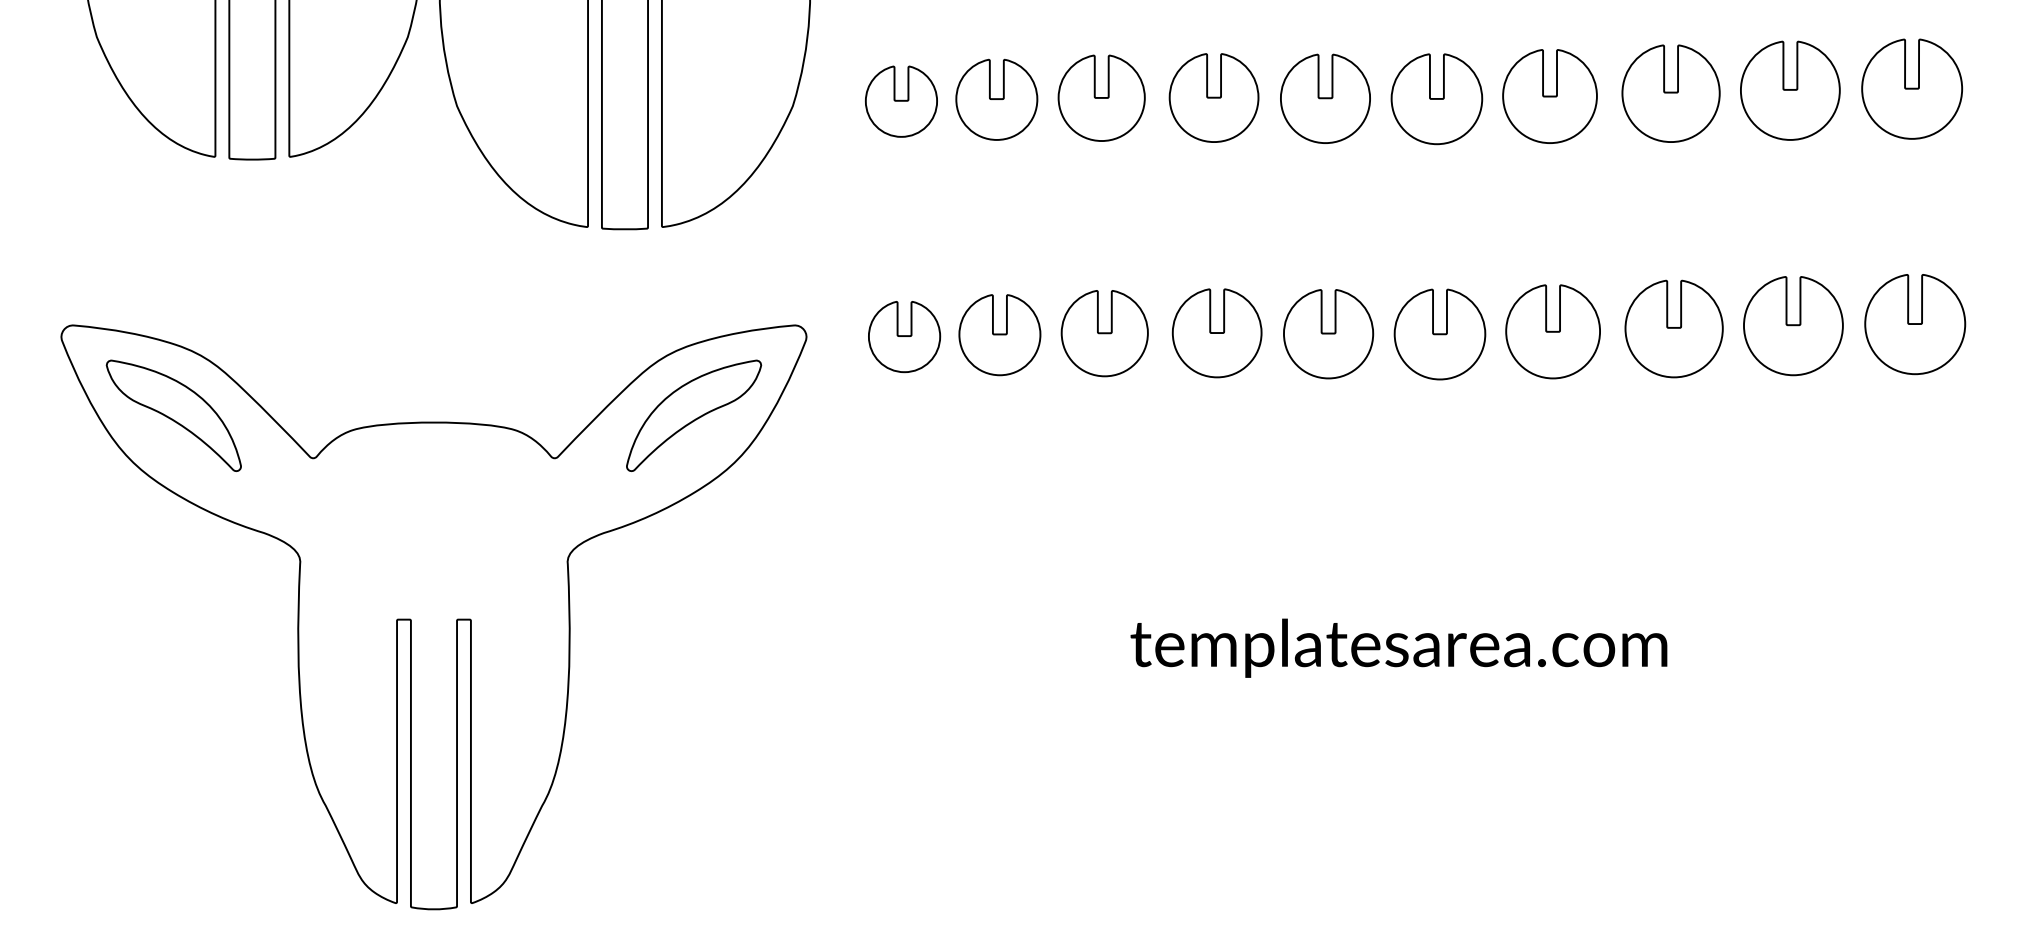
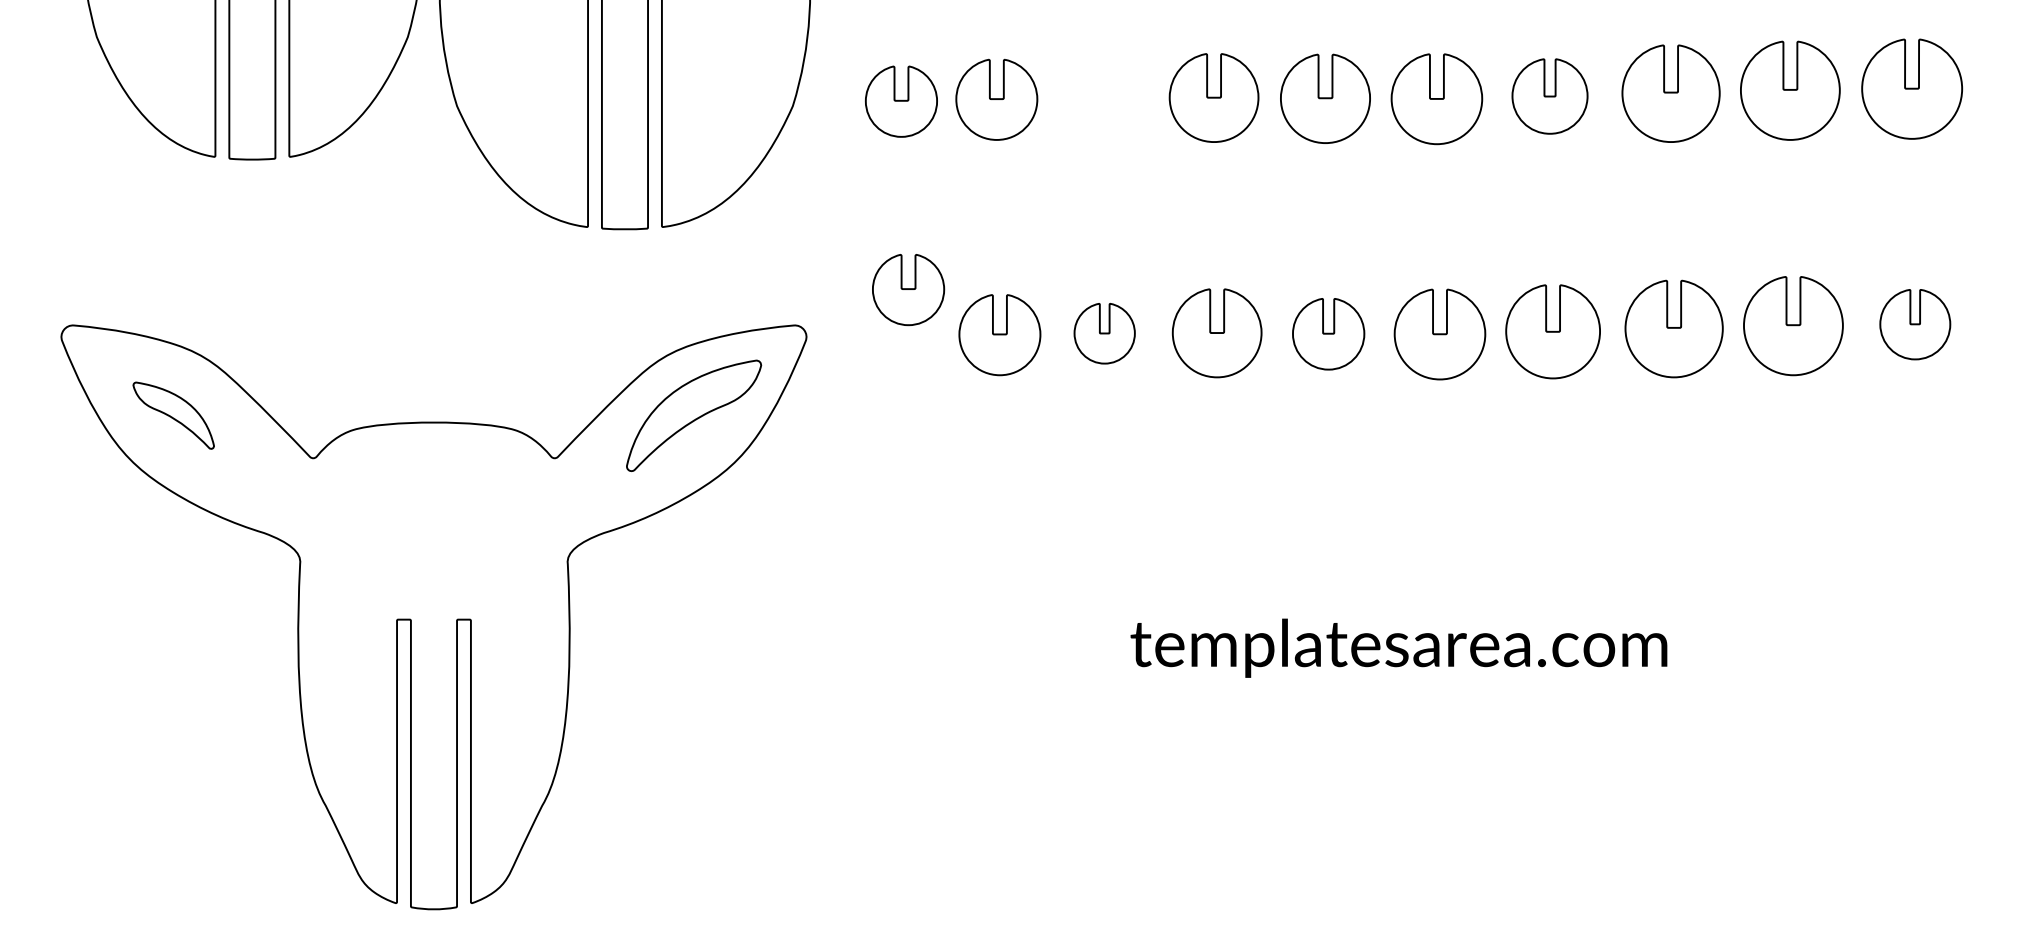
part at (1549, 96) size: 96x95 px -> 78x77 px
part at (1101, 97): present -> none
part at (1915, 324) size: 103x102 px -> 73x72 px
part at (1104, 333) size: 89x88 px -> 63x62 px
part at (1328, 334) size: 92x91 px -> 74x73 px
part at (904, 337) position: (904, 337) -> (908, 290)
part at (173, 415) size: 137x113 px -> 83x69 px
